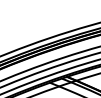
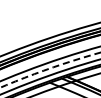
arc at (48, 69): solid -> dashed
